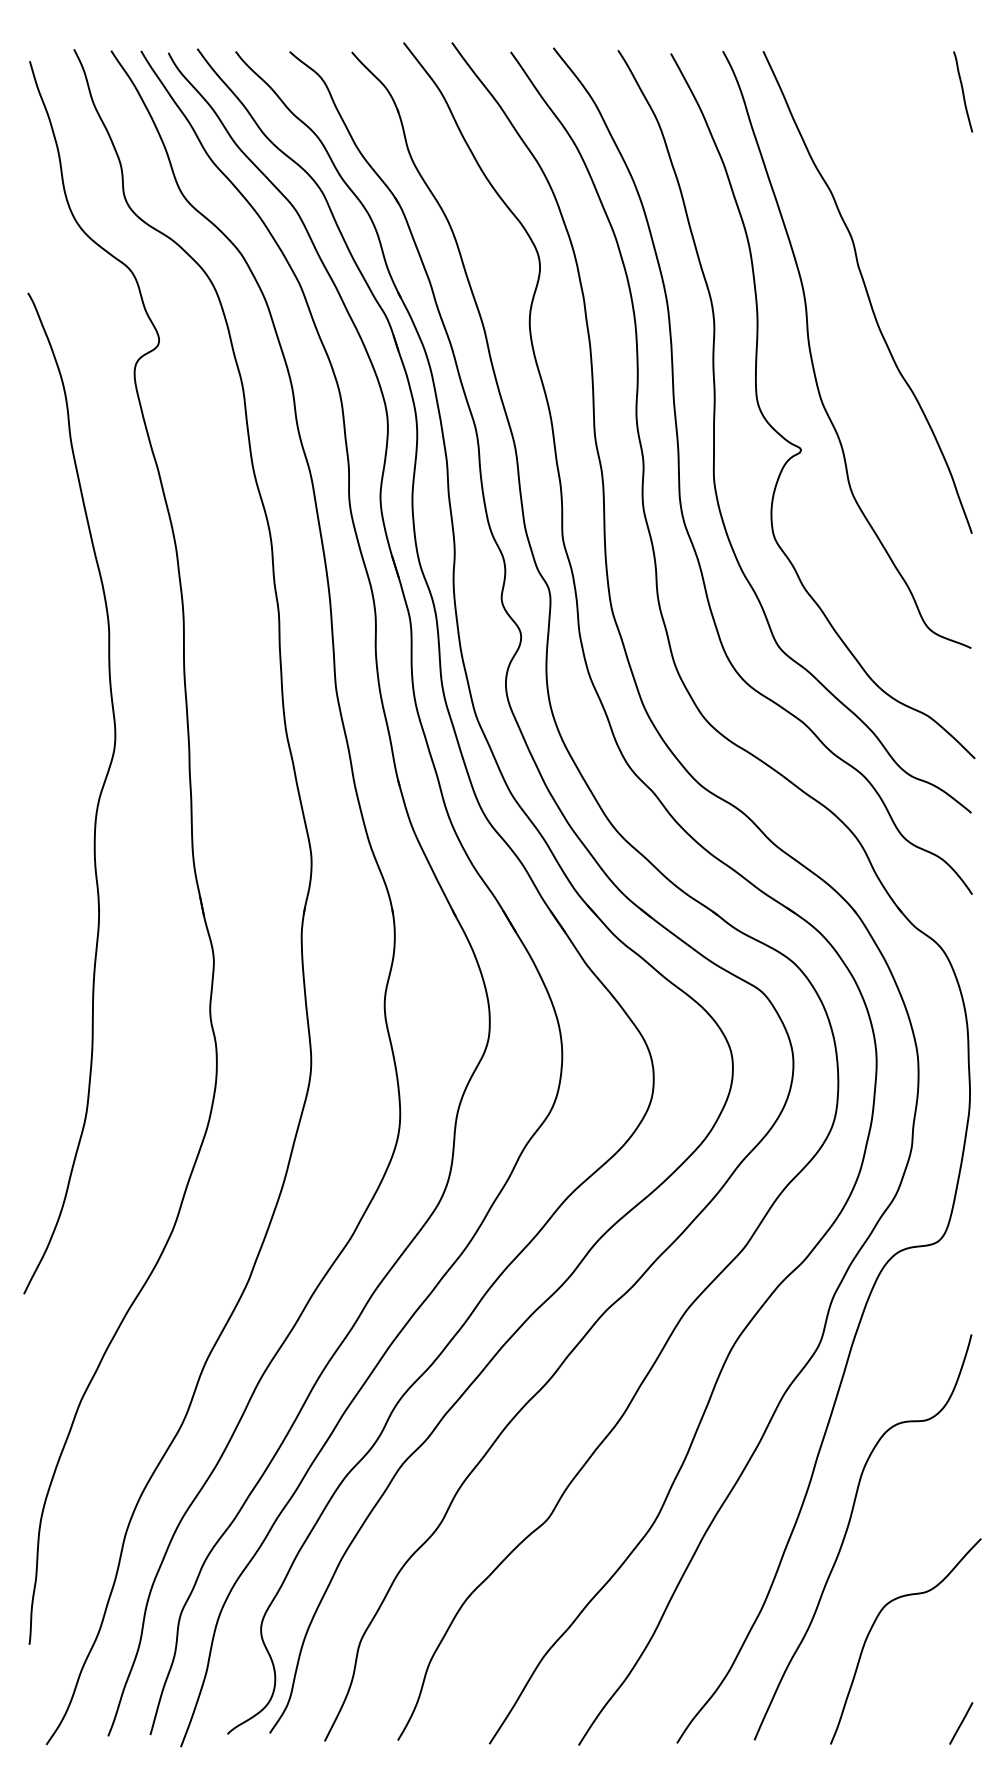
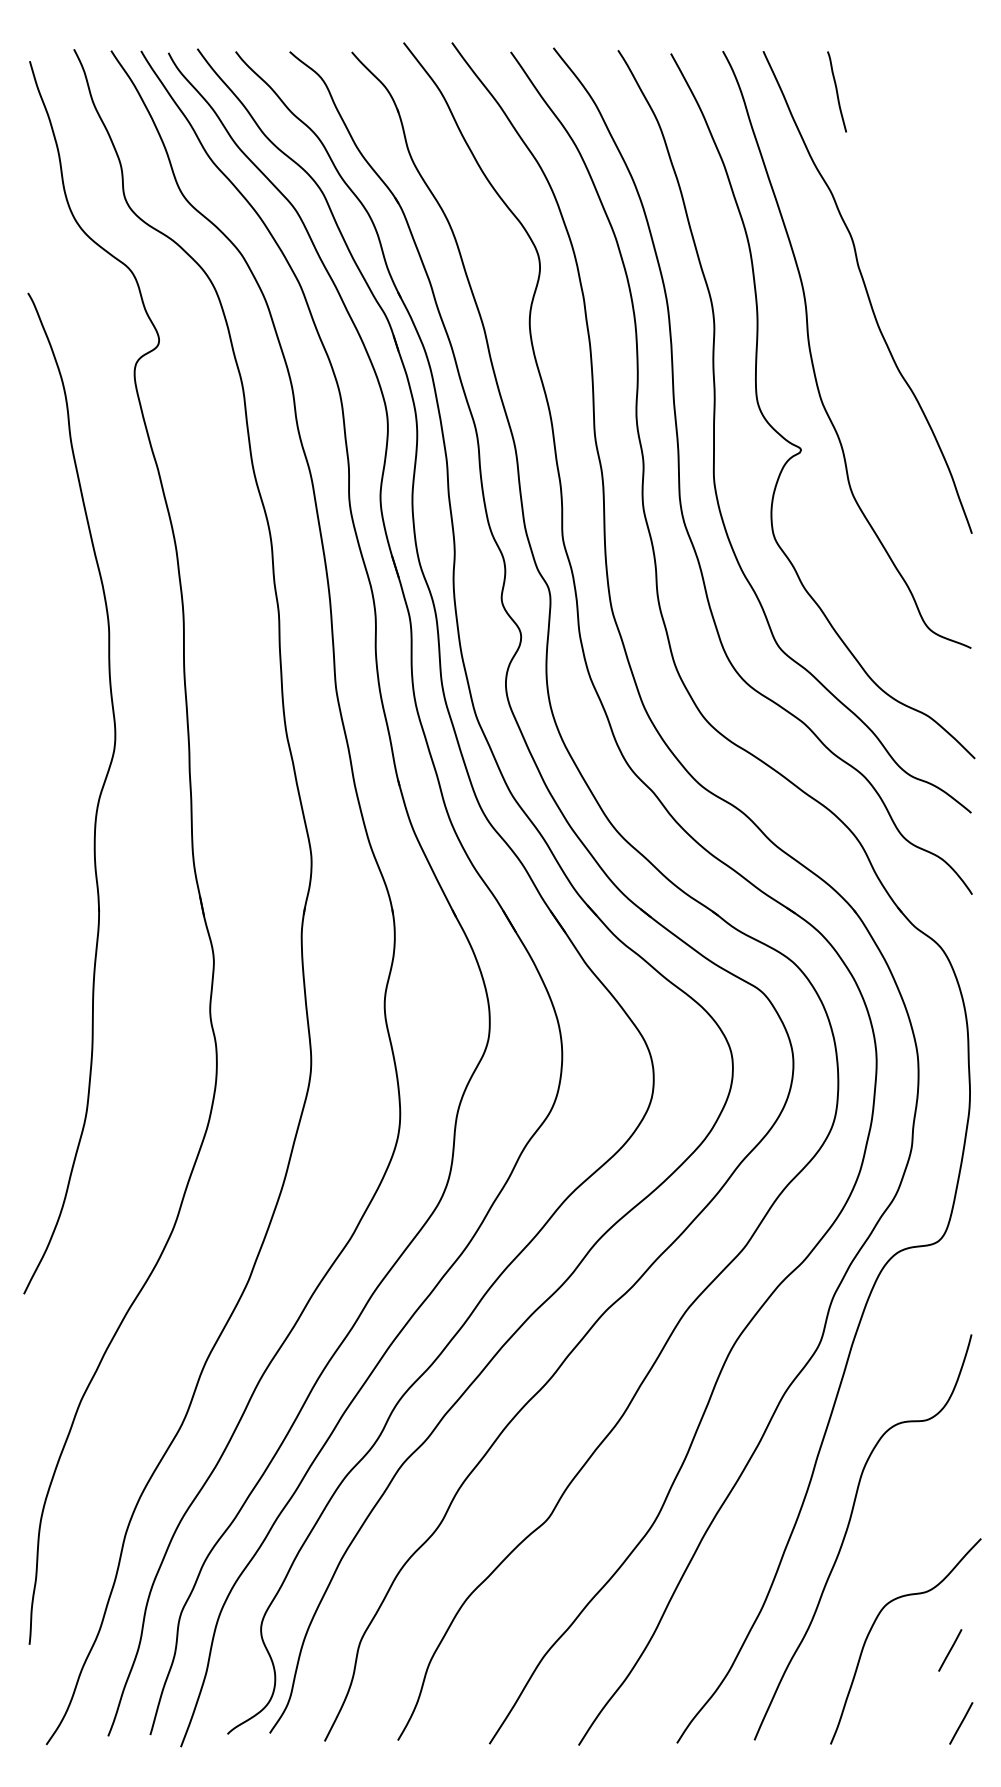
line at (962, 91) position: (962, 91) -> (836, 91)
line at (950, 1650): none -> present
